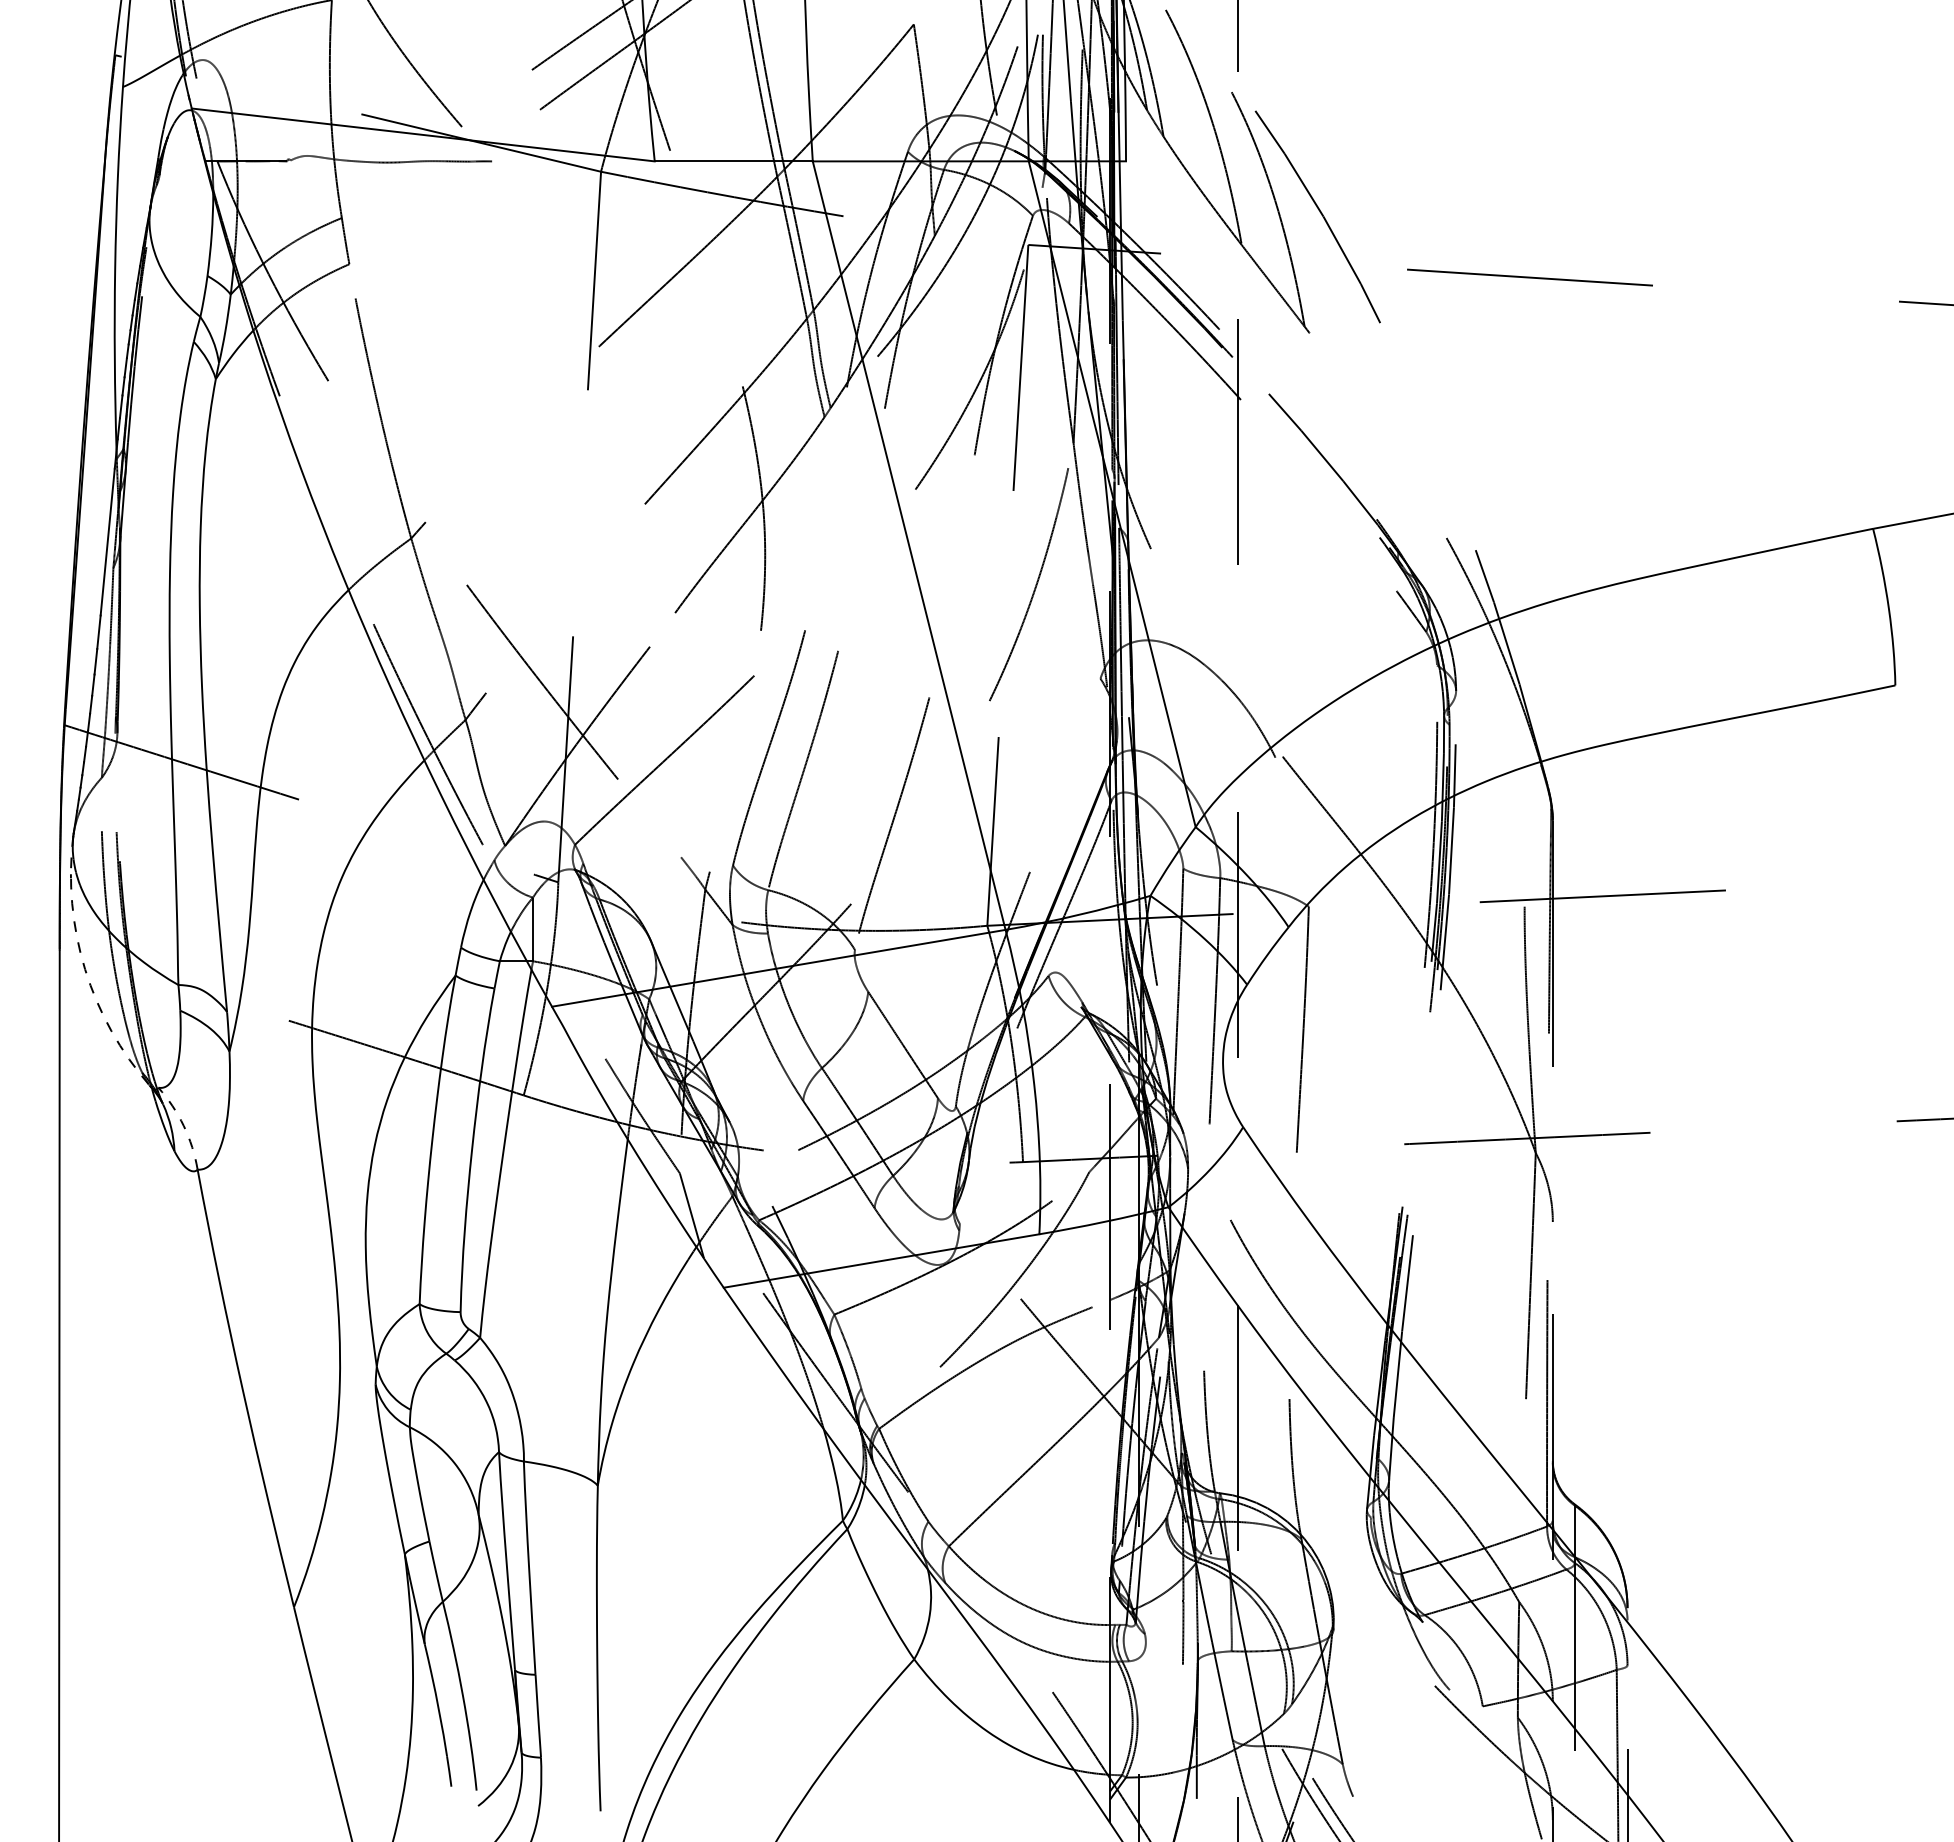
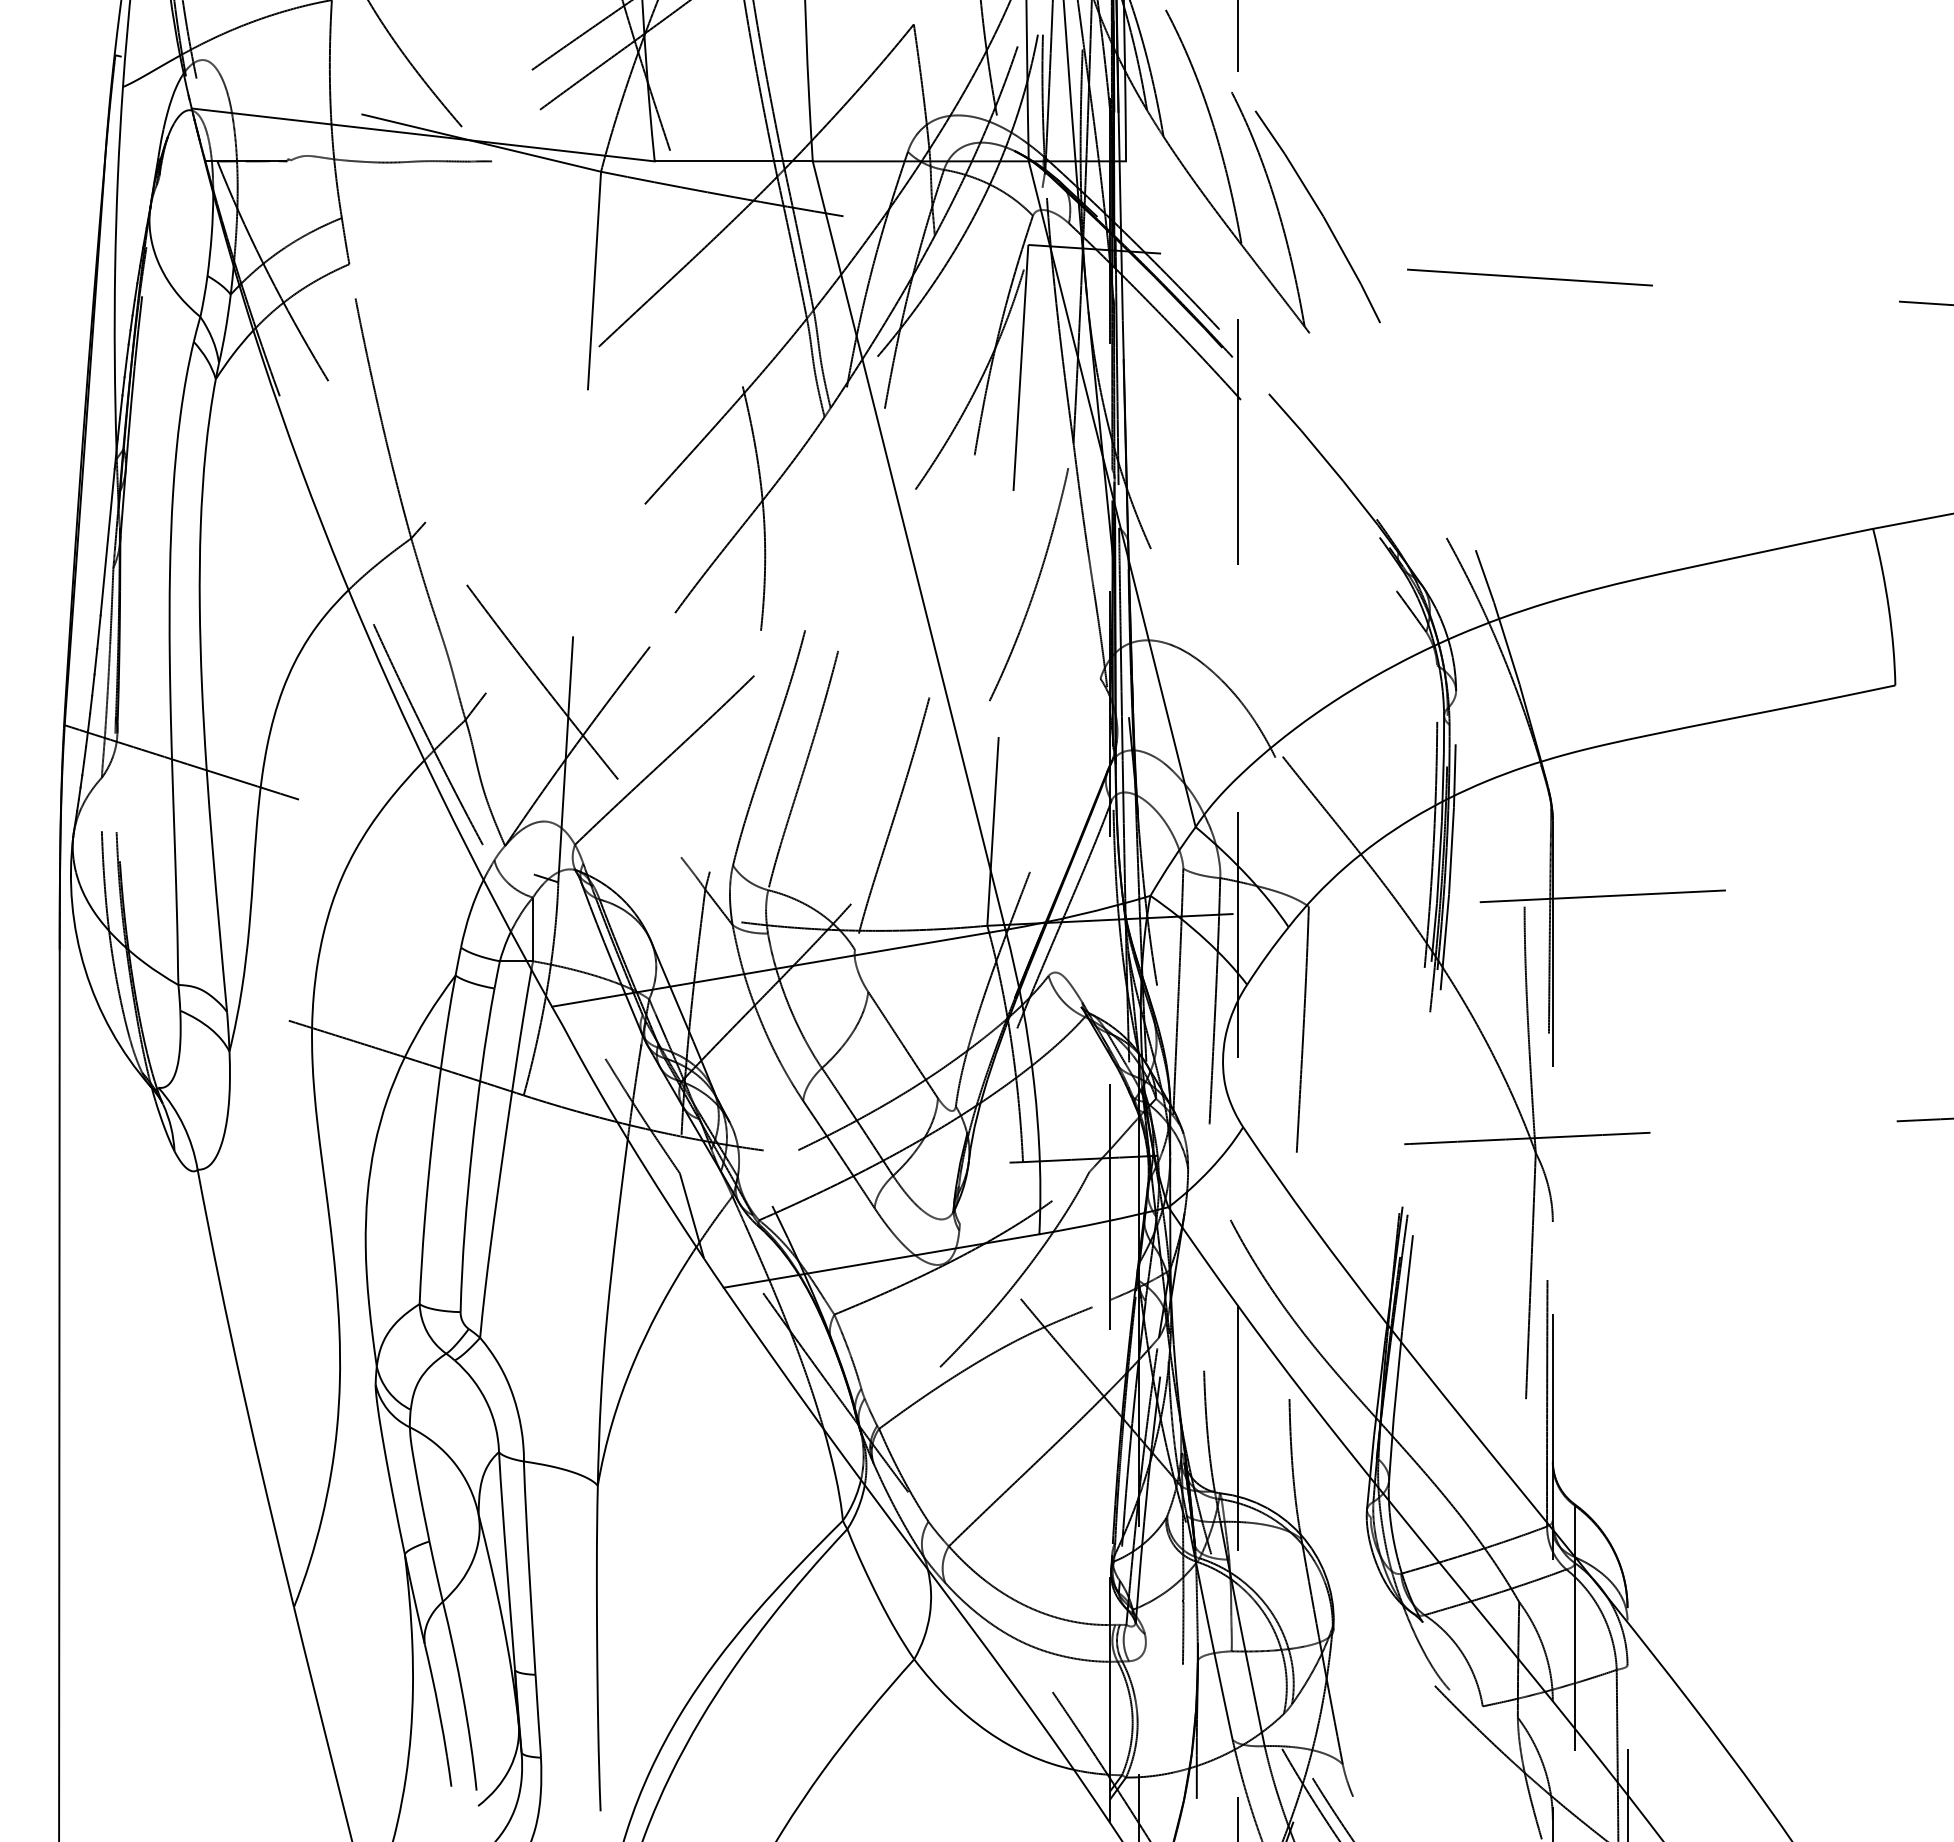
arc at (85, 969): dashed -> solid
arc at (183, 1125): dashed -> solid
